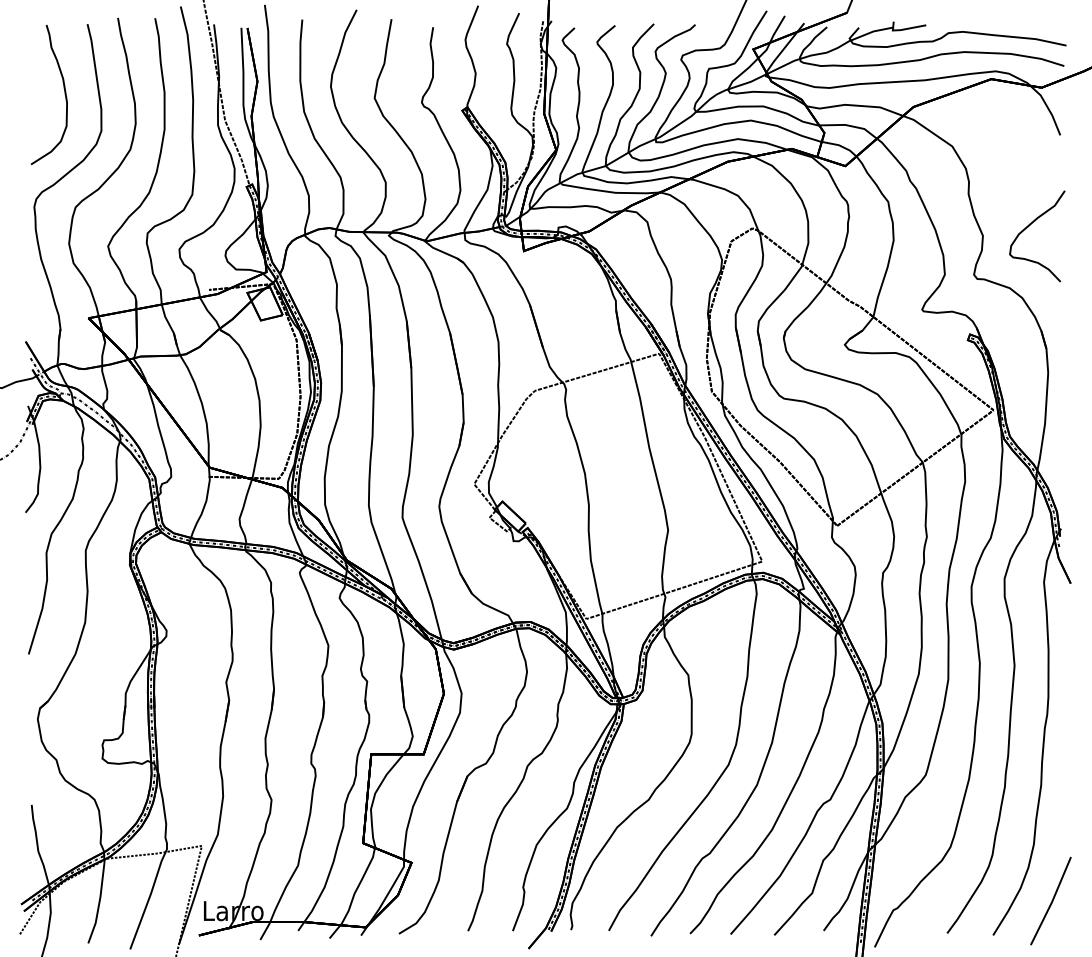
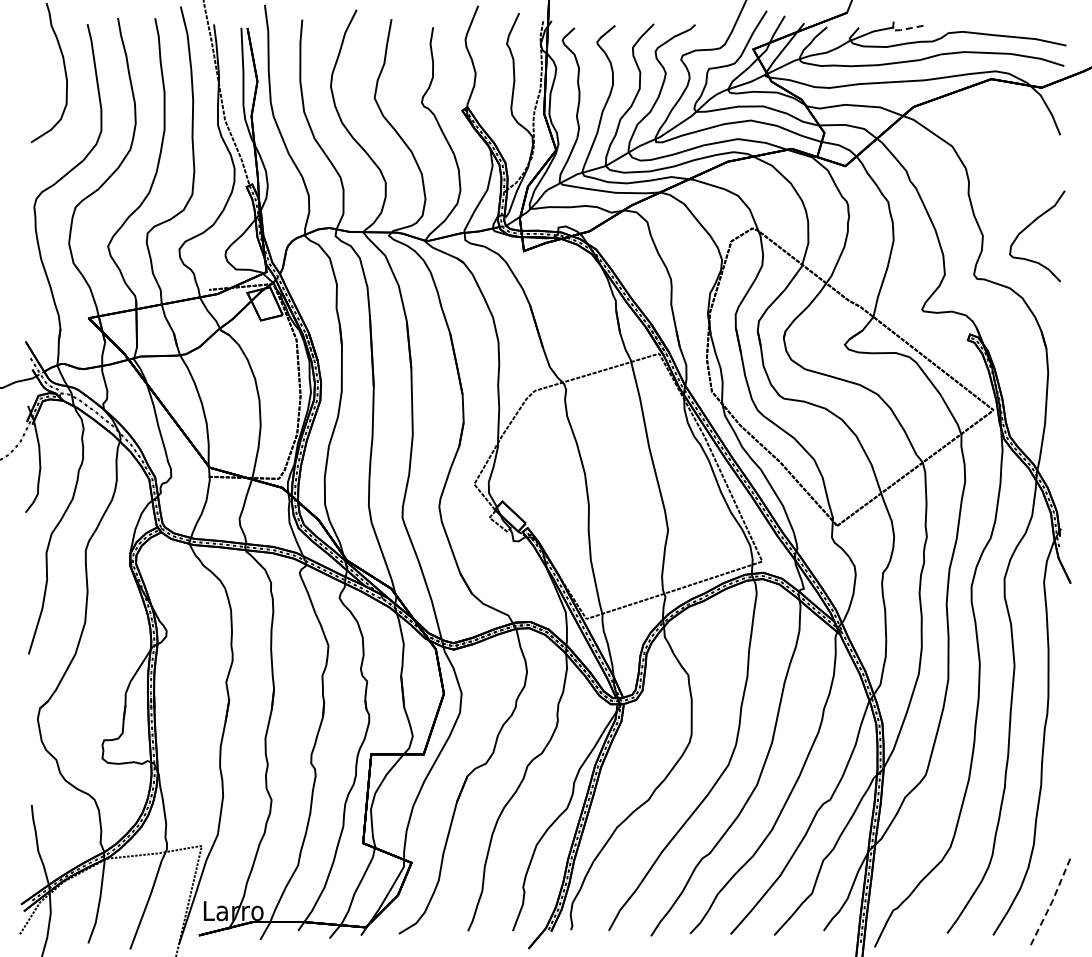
line at (904, 29): solid -> dashed
curve at (64, 94) position: (64, 94) -> (64, 72)
line at (1052, 902): solid -> dashed
